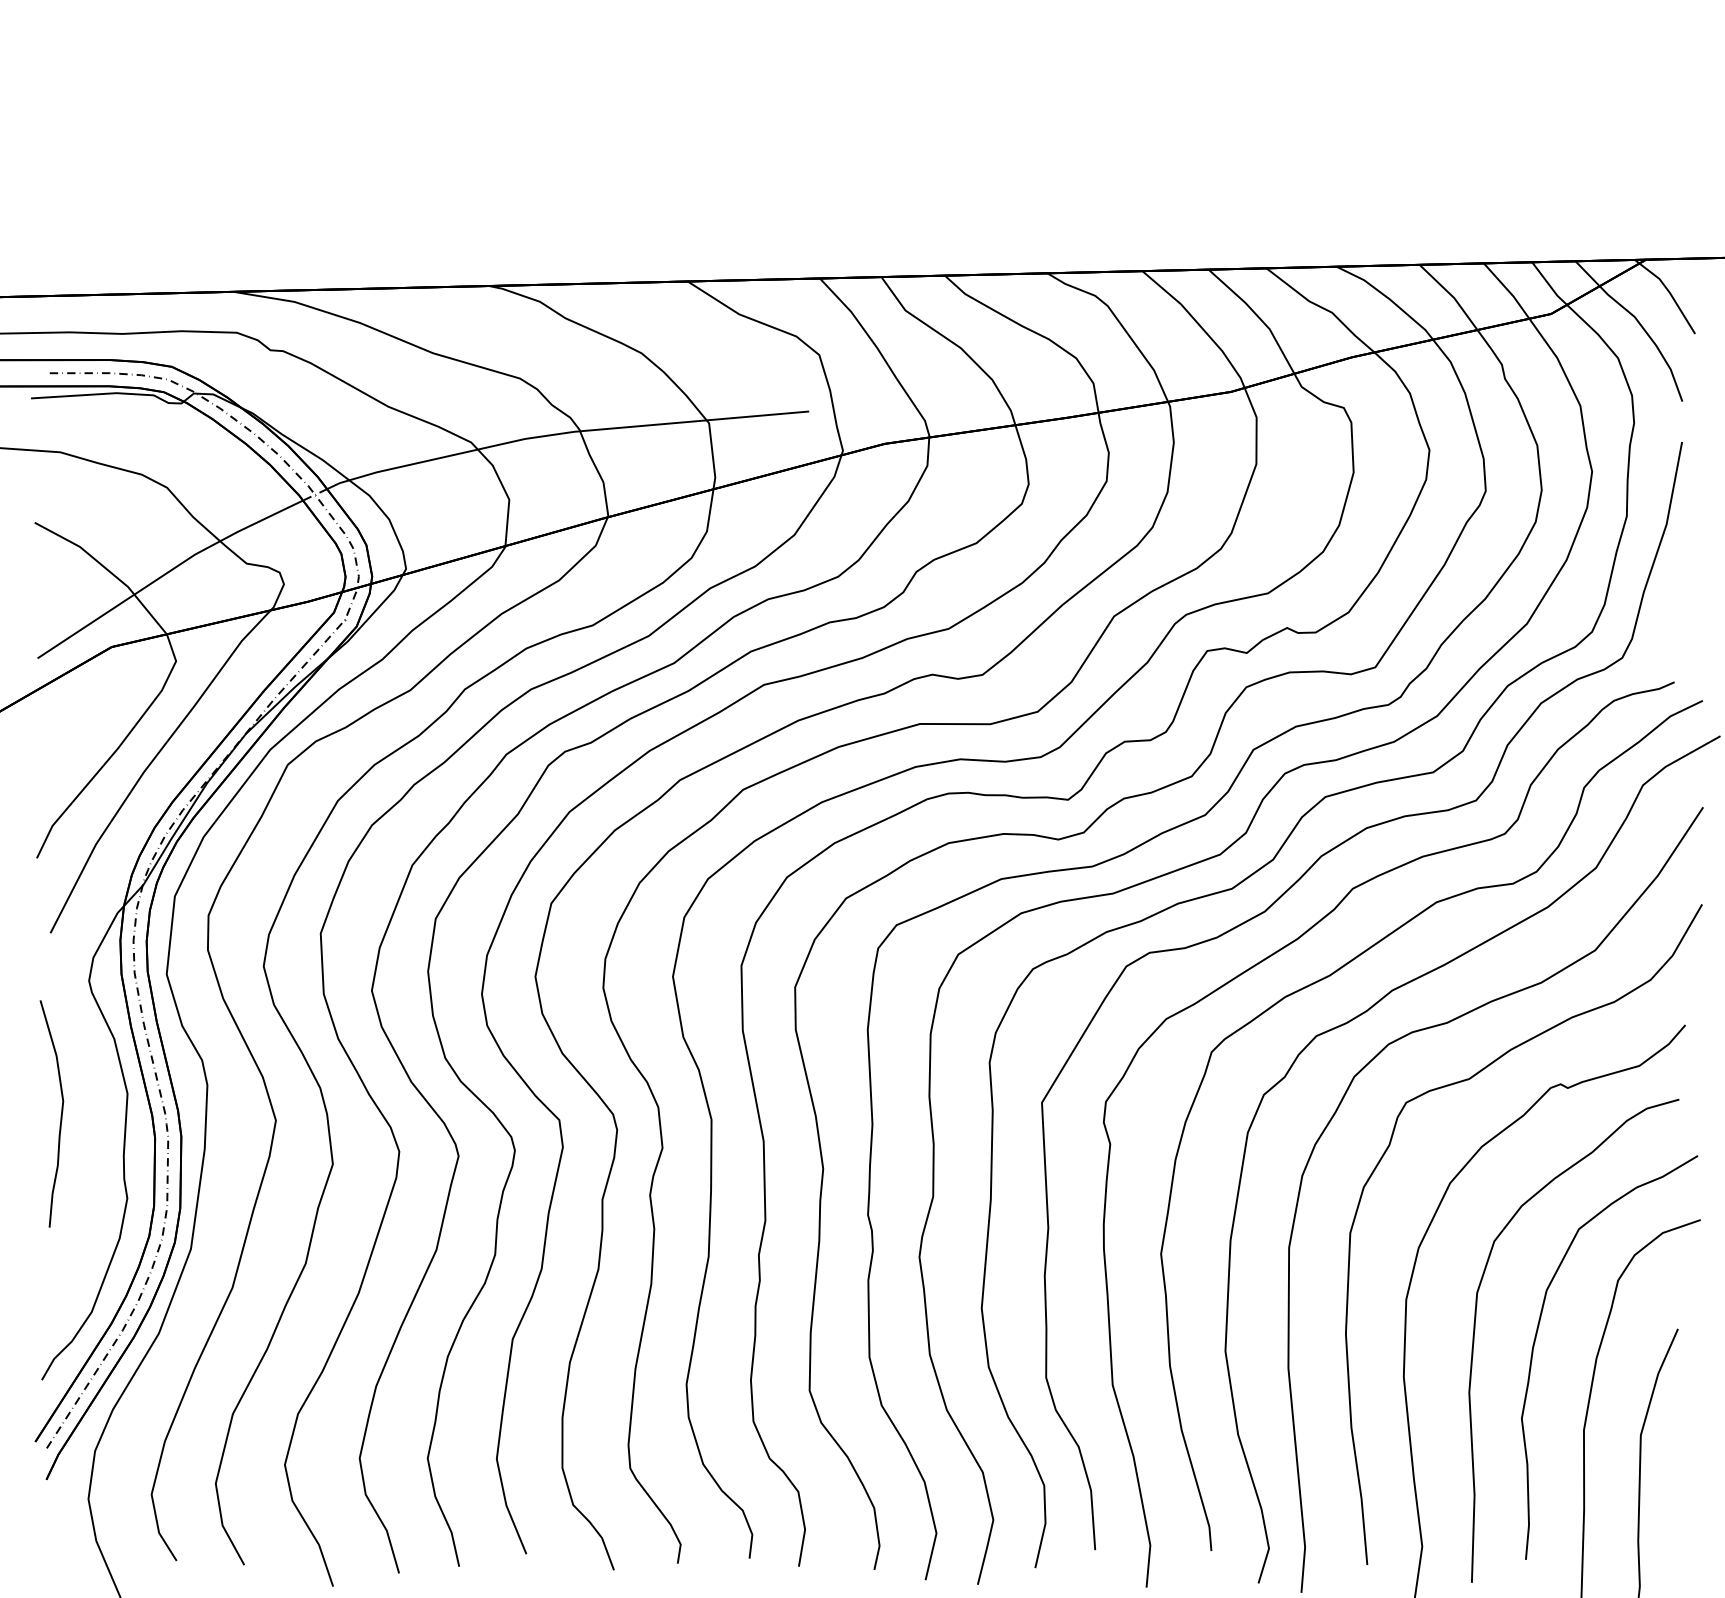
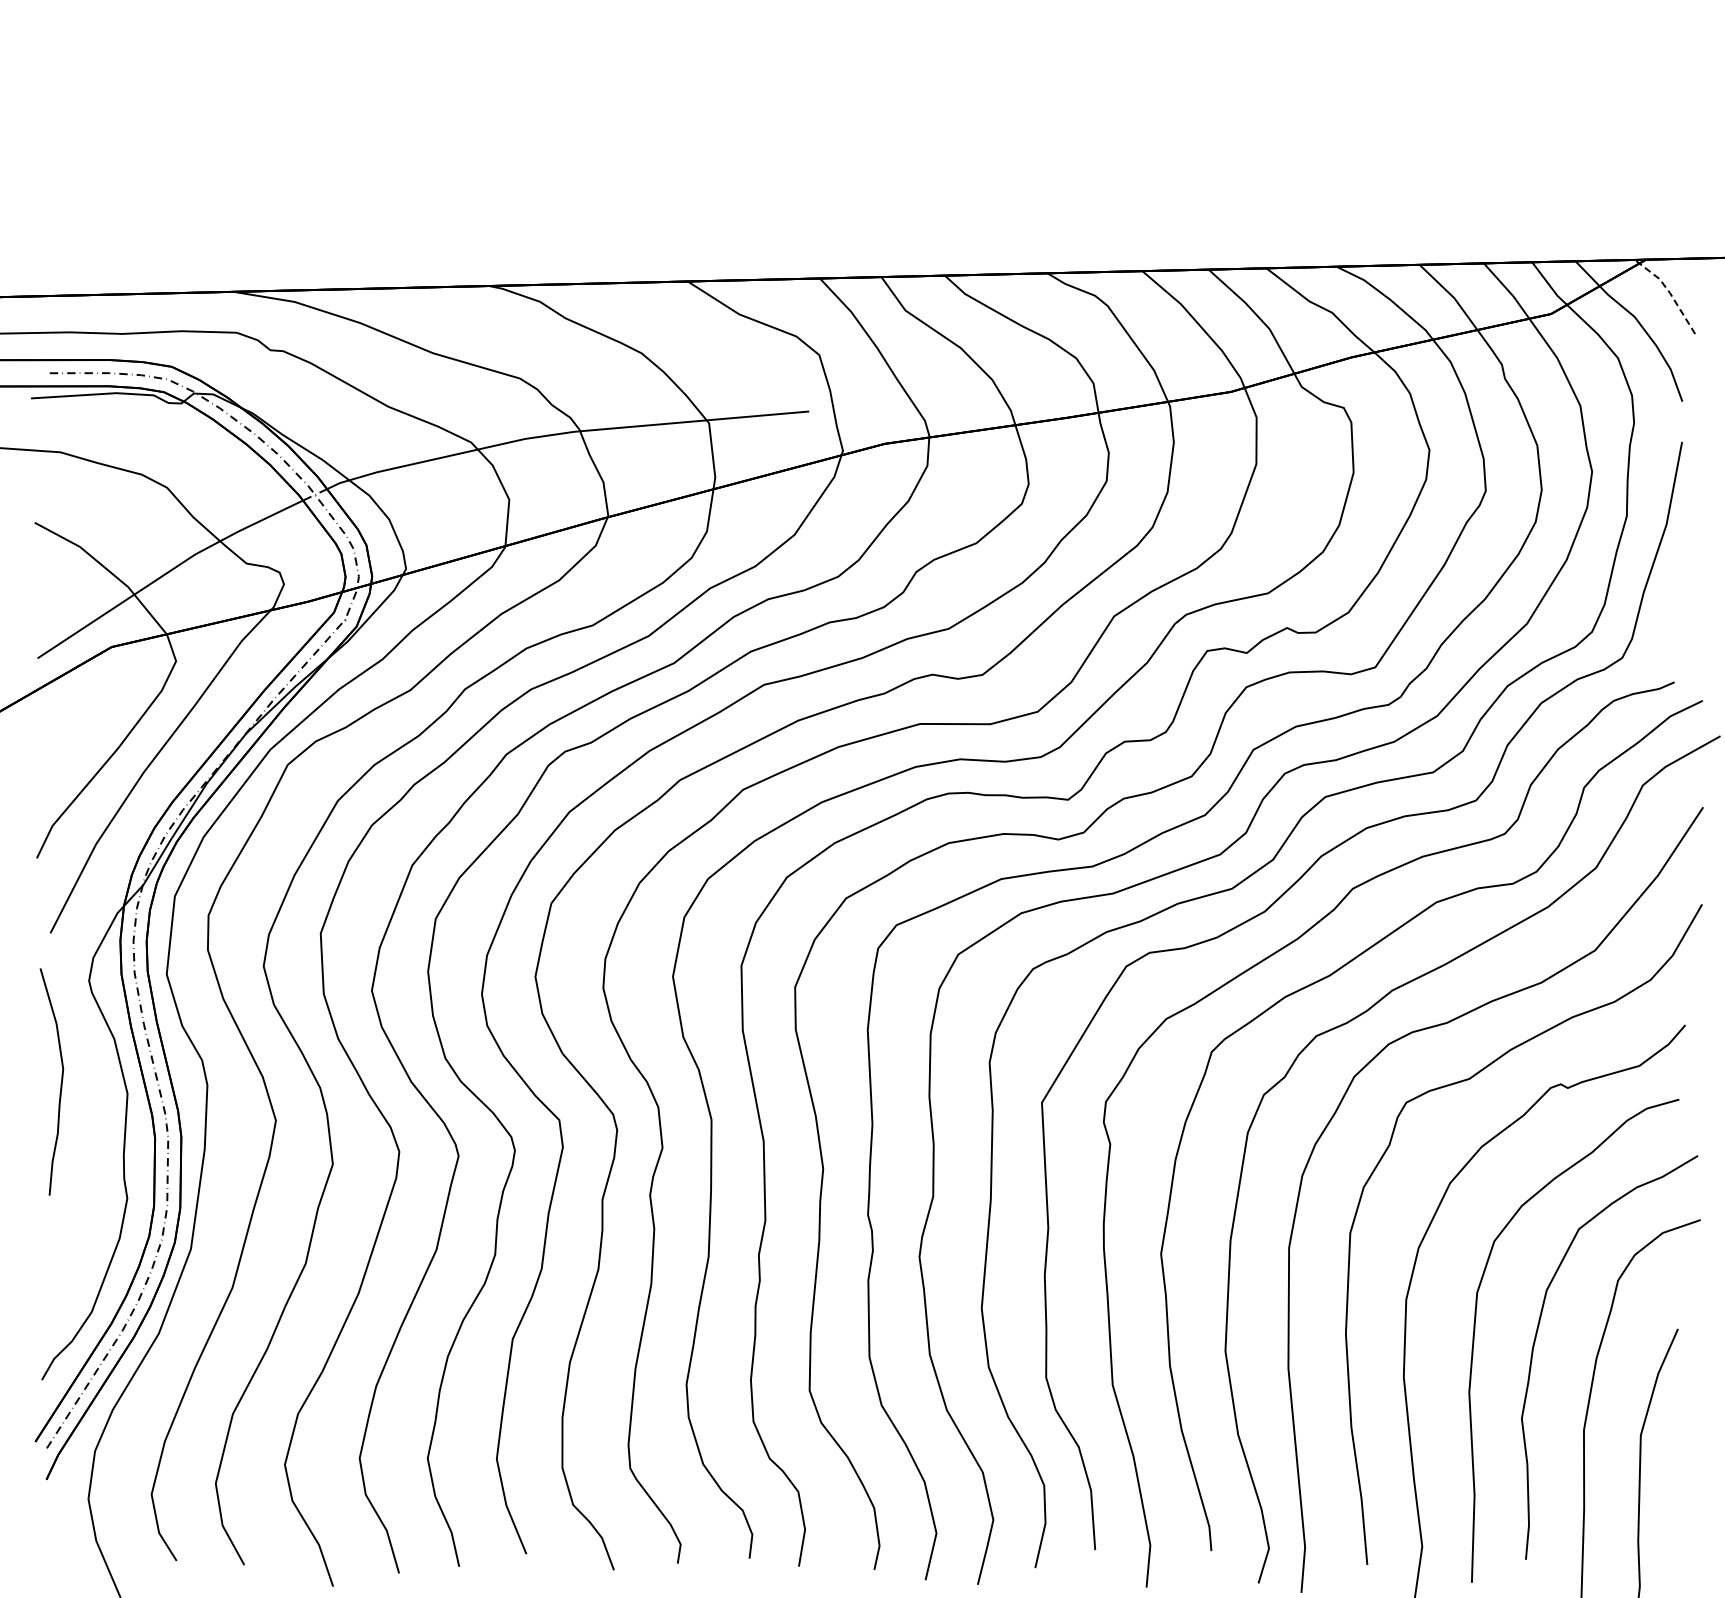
line at (1669, 292): solid -> dashed
curve at (60, 1115) position: (60, 1115) -> (60, 1083)
